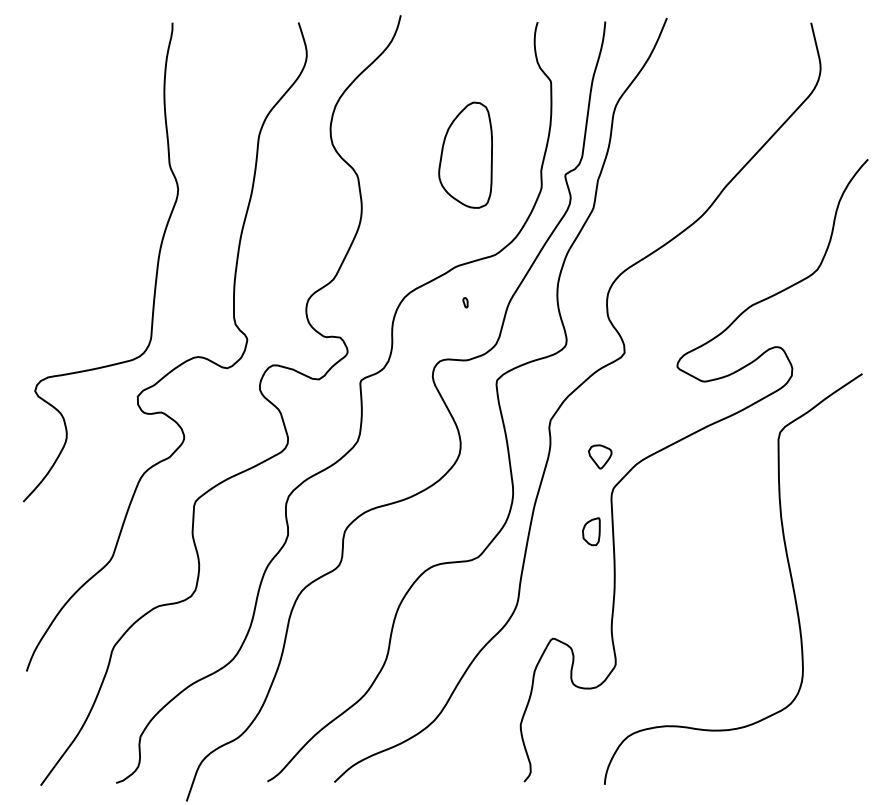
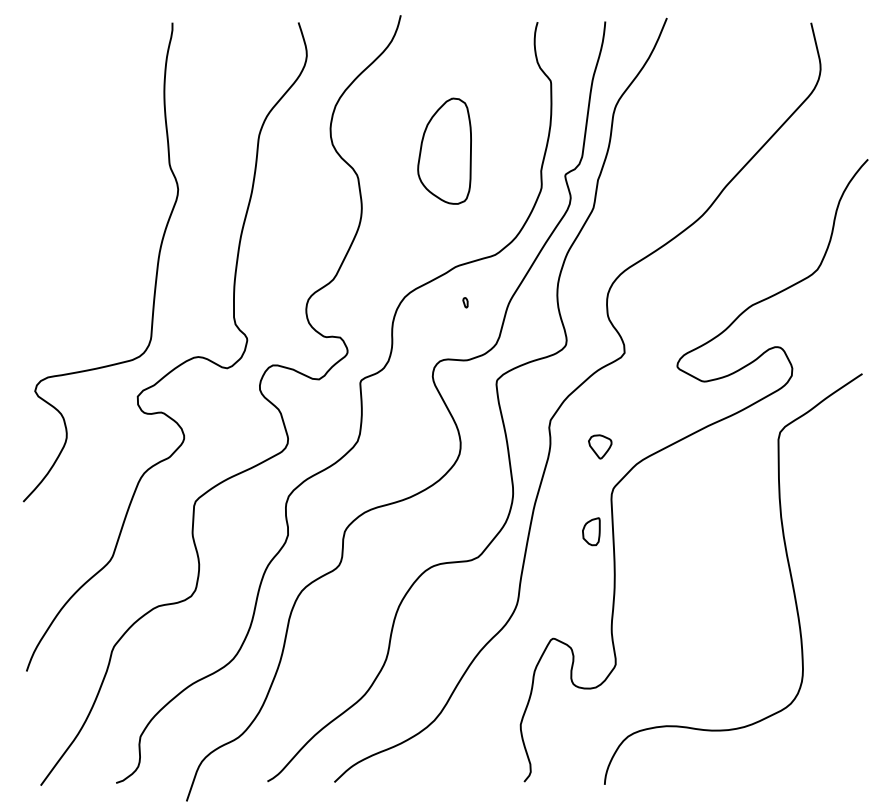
part at (465, 154) position: (465, 154) -> (444, 150)
part at (600, 456) position: (600, 456) -> (600, 446)
